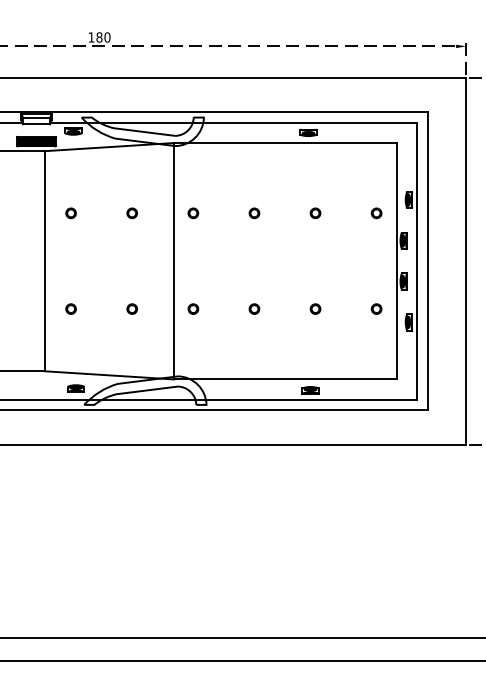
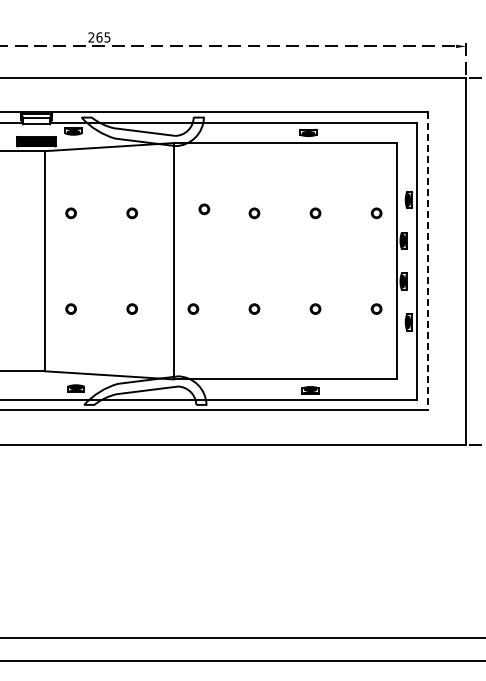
text at (99, 37): 180 -> 265
part at (193, 213) position: (193, 213) -> (204, 209)
line at (427, 261): solid -> dashed
